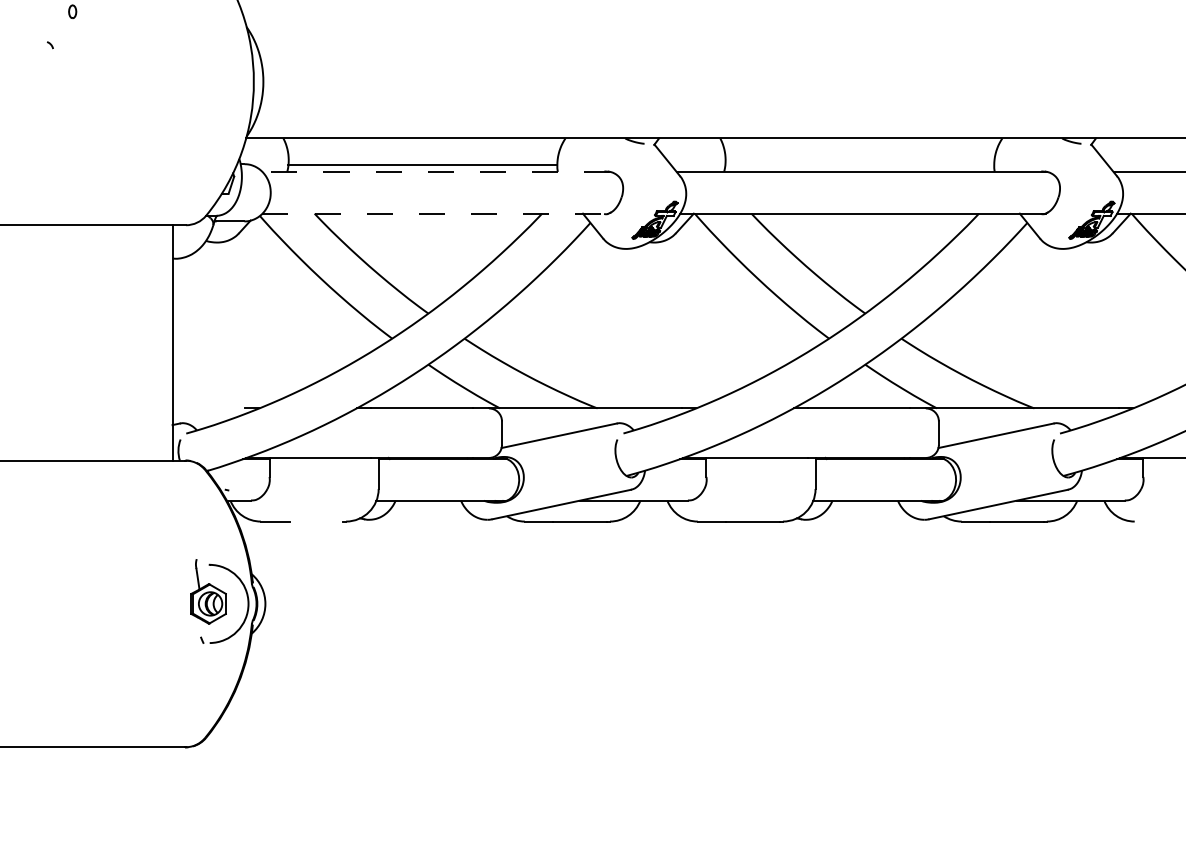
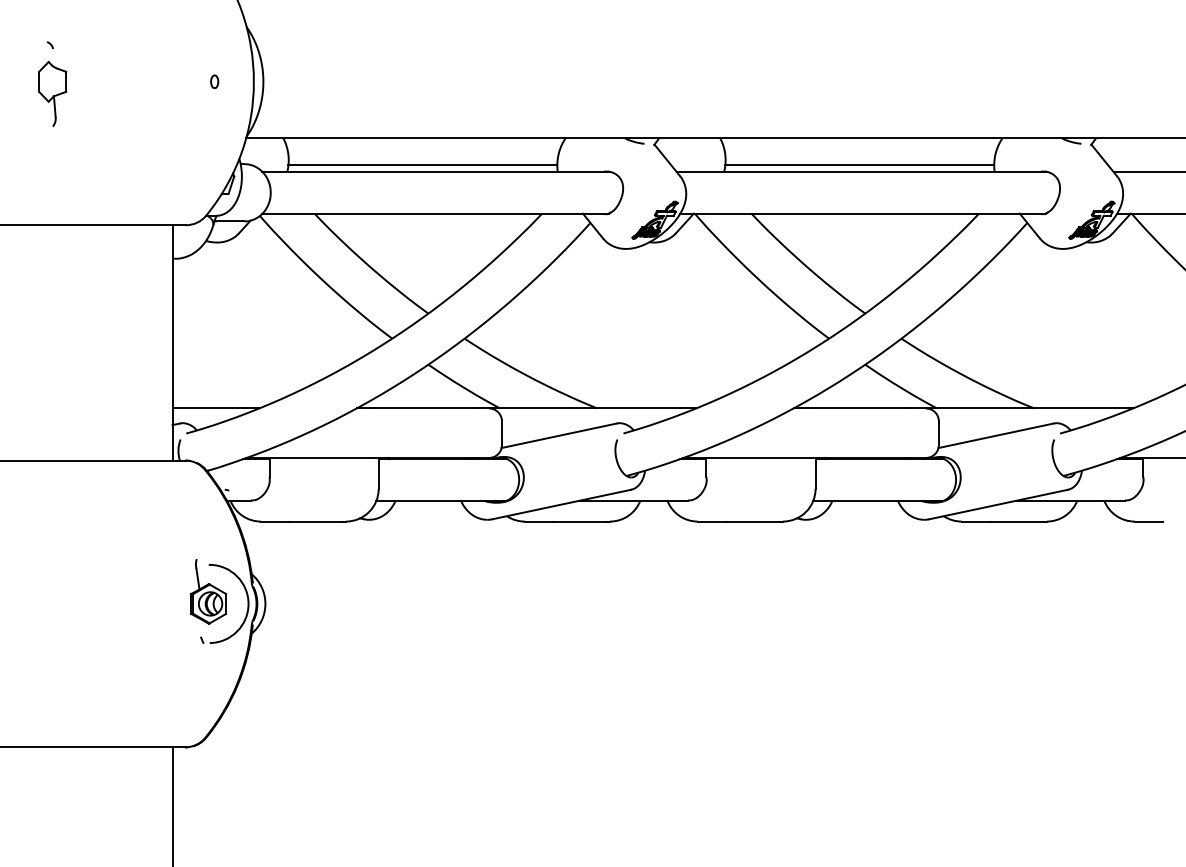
part at (72, 11) position: (72, 11) -> (214, 81)
part at (52, 93): none -> present
line at (859, 165): none -> present
line at (436, 171): dashed -> solid
line at (436, 213): dashed -> solid
line at (208, 408): none -> present
line at (316, 521): none -> present
line at (1148, 521): none -> present
line at (172, 805): none -> present
